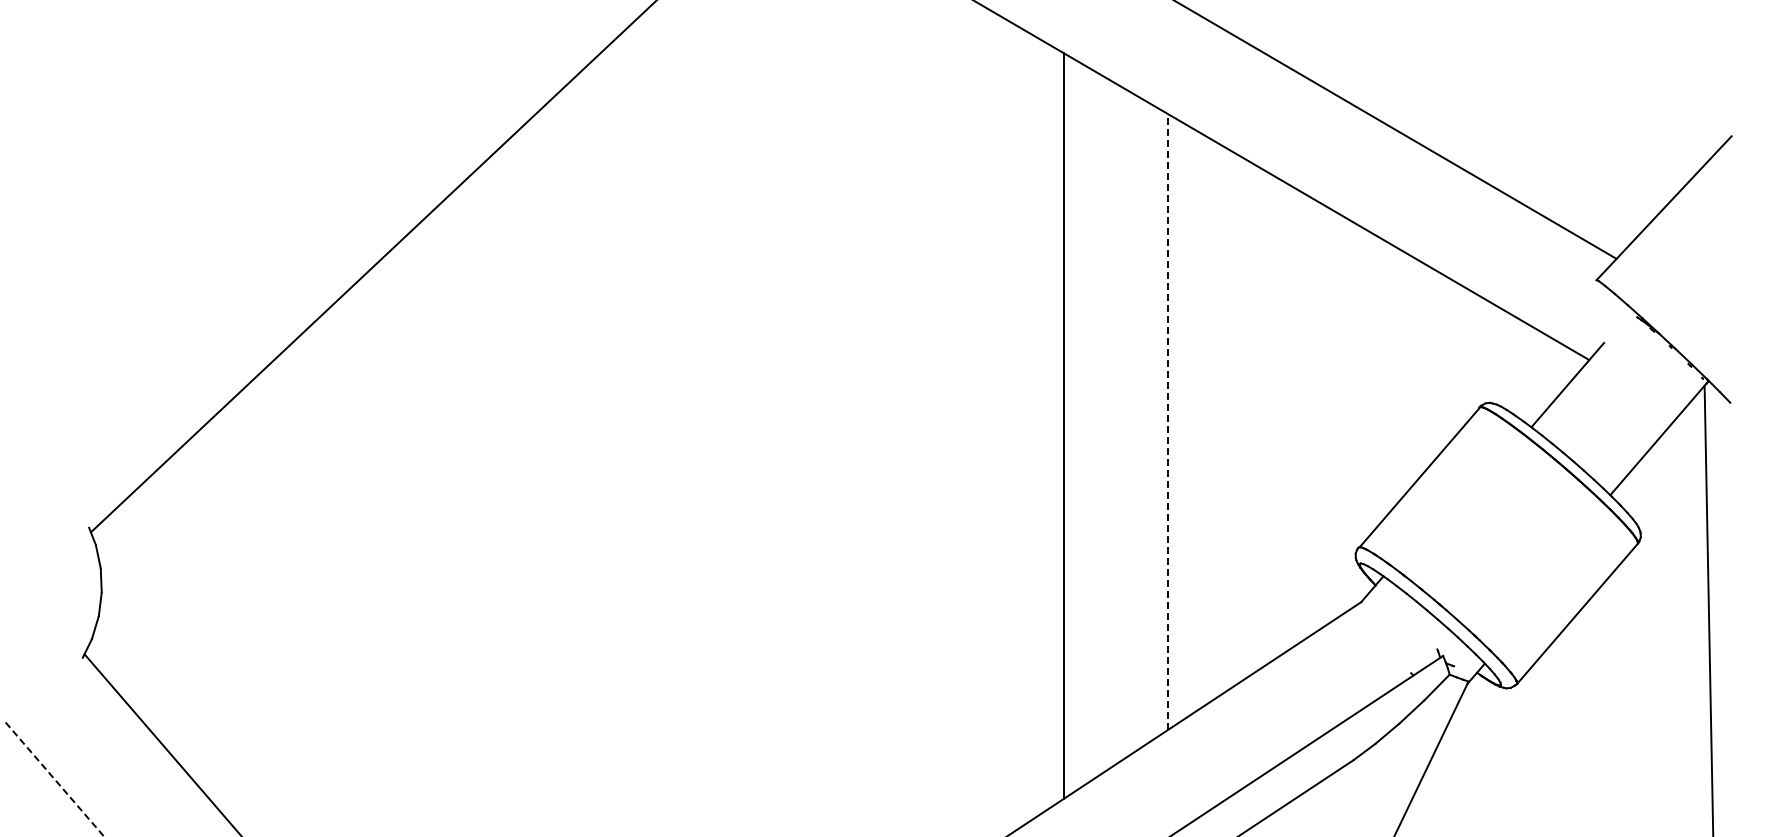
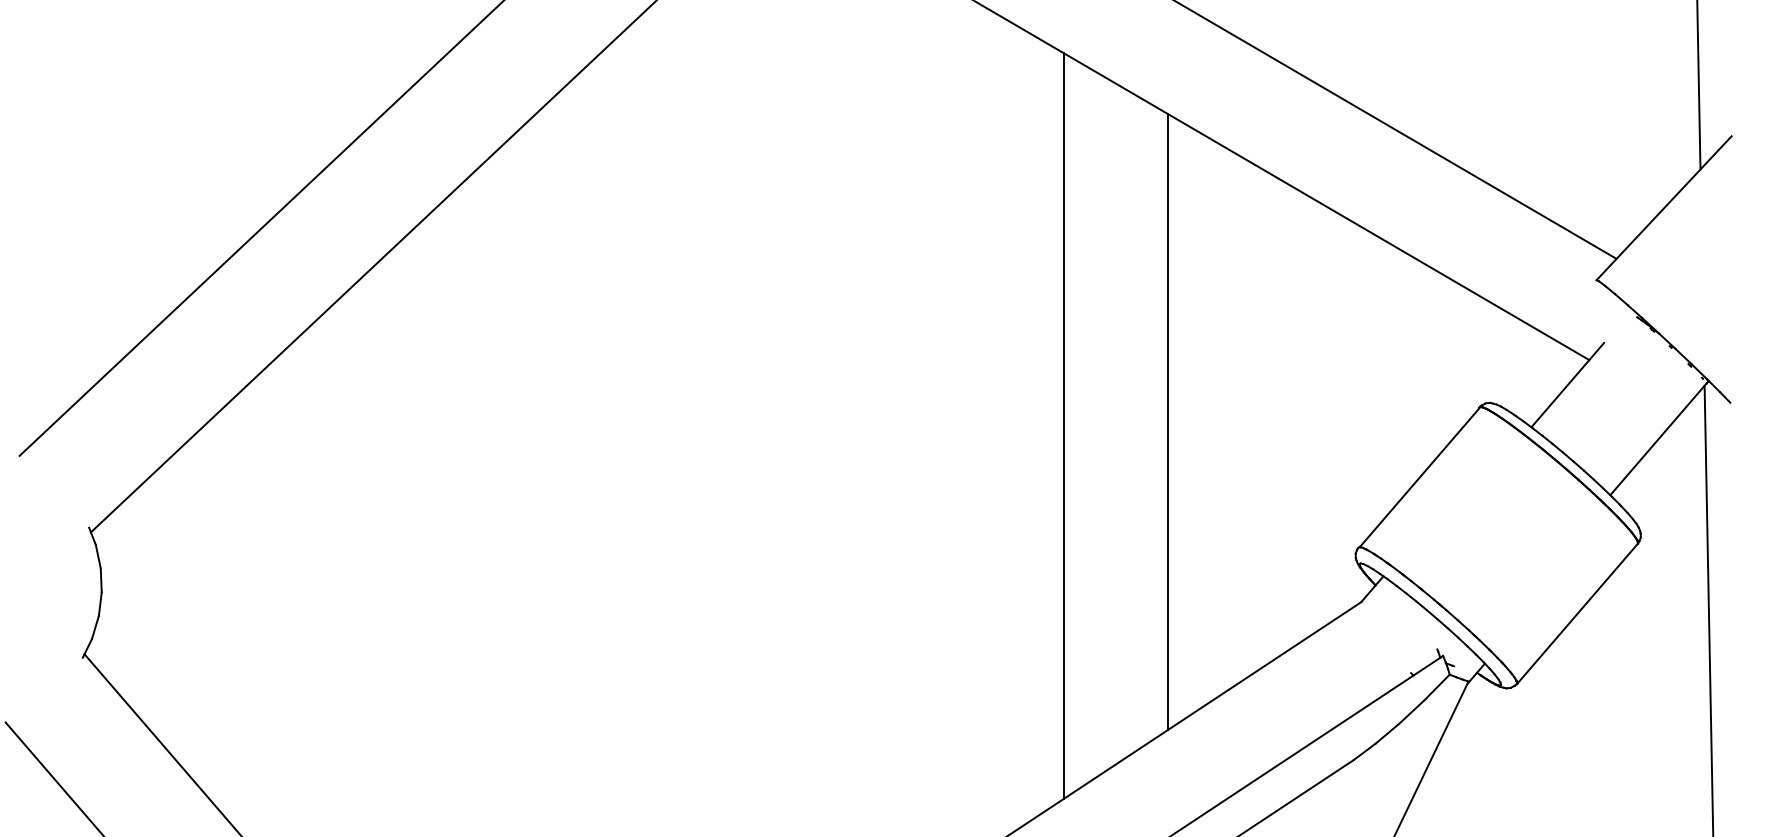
line at (1698, 85): none -> present
line at (260, 228): none -> present
line at (1167, 421): dashed -> solid
line at (55, 780): dashed -> solid
